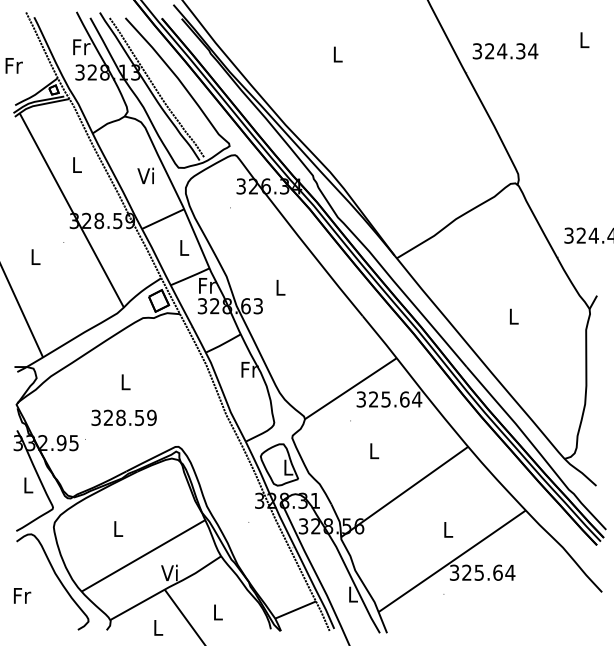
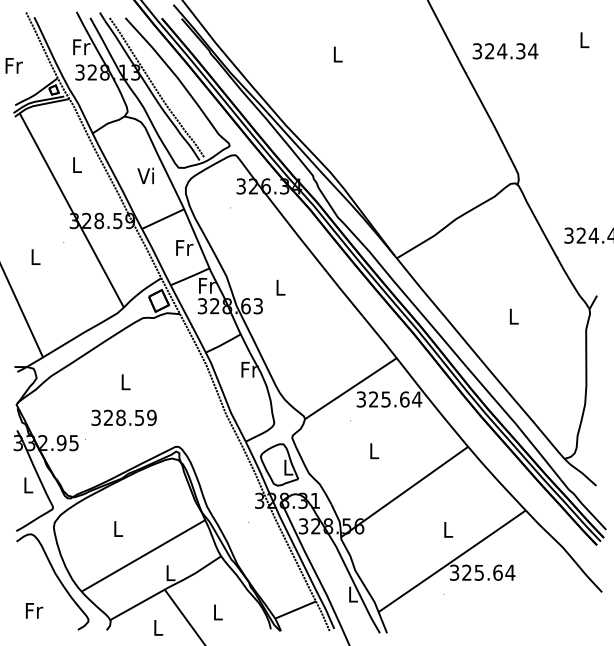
text at (184, 247): L -> Fr
text at (169, 572): Vi -> L
text at (22, 595) position: (22, 595) -> (34, 610)
